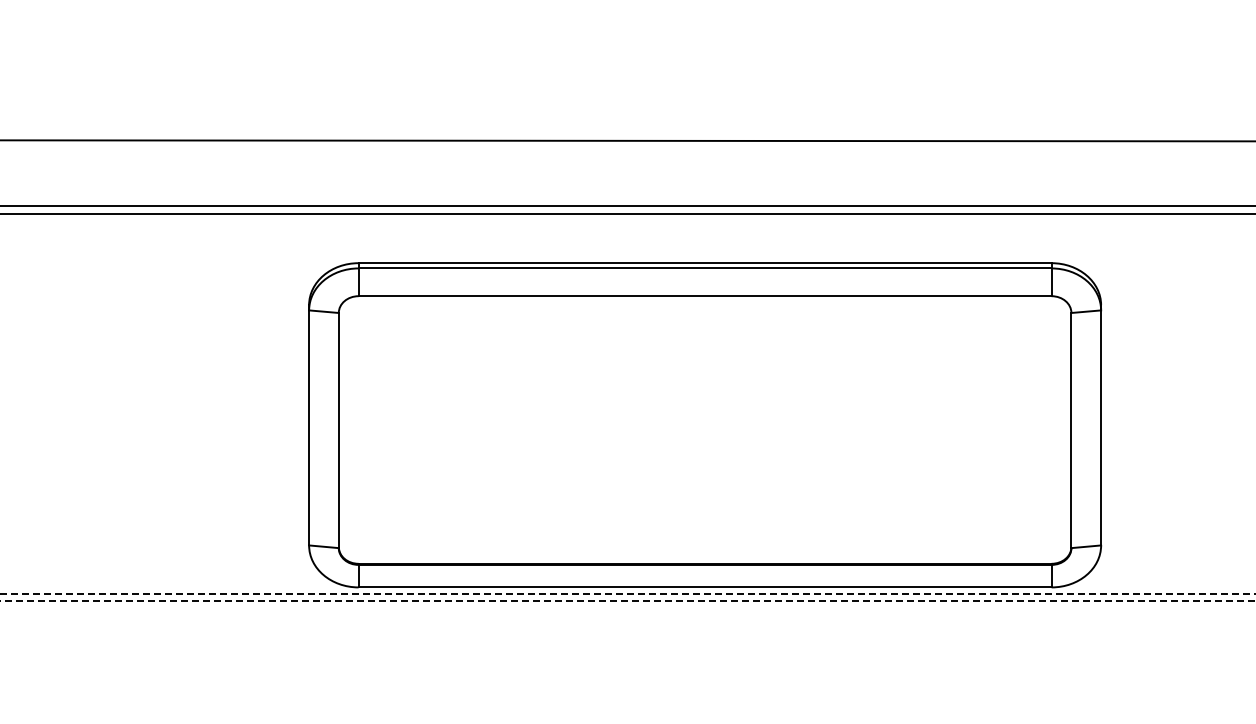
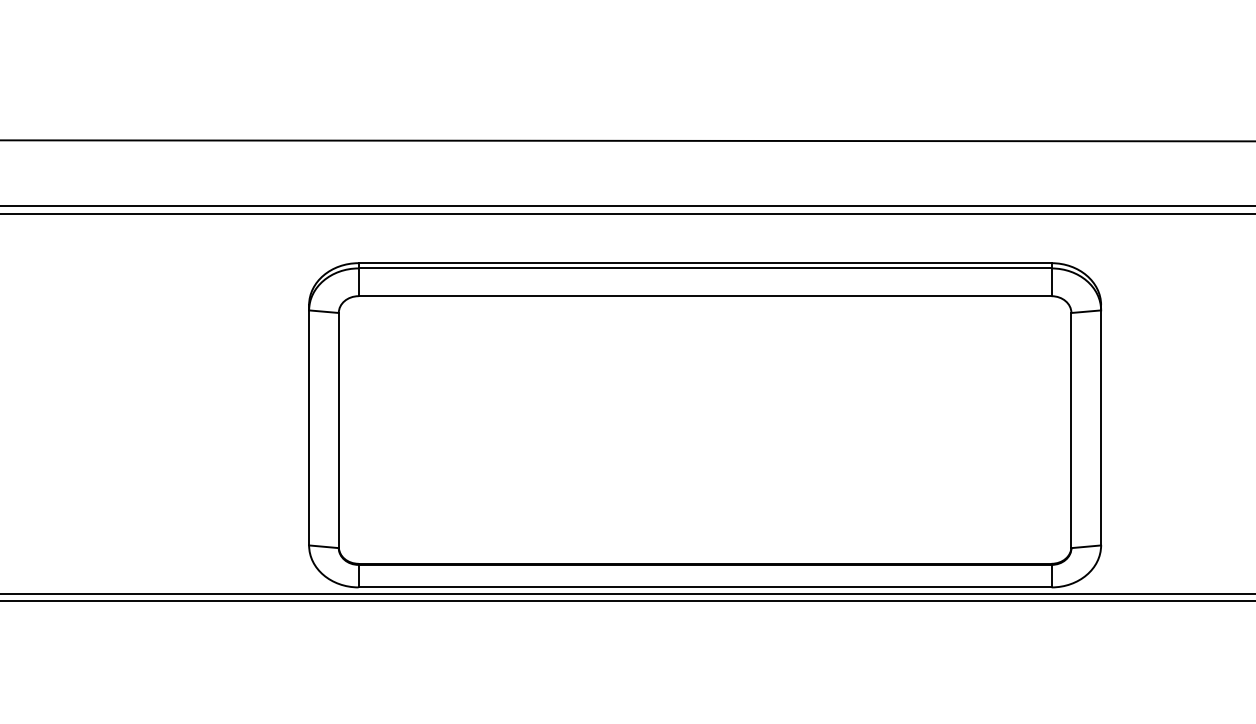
line at (628, 594): dashed -> solid
line at (627, 600): dashed -> solid
